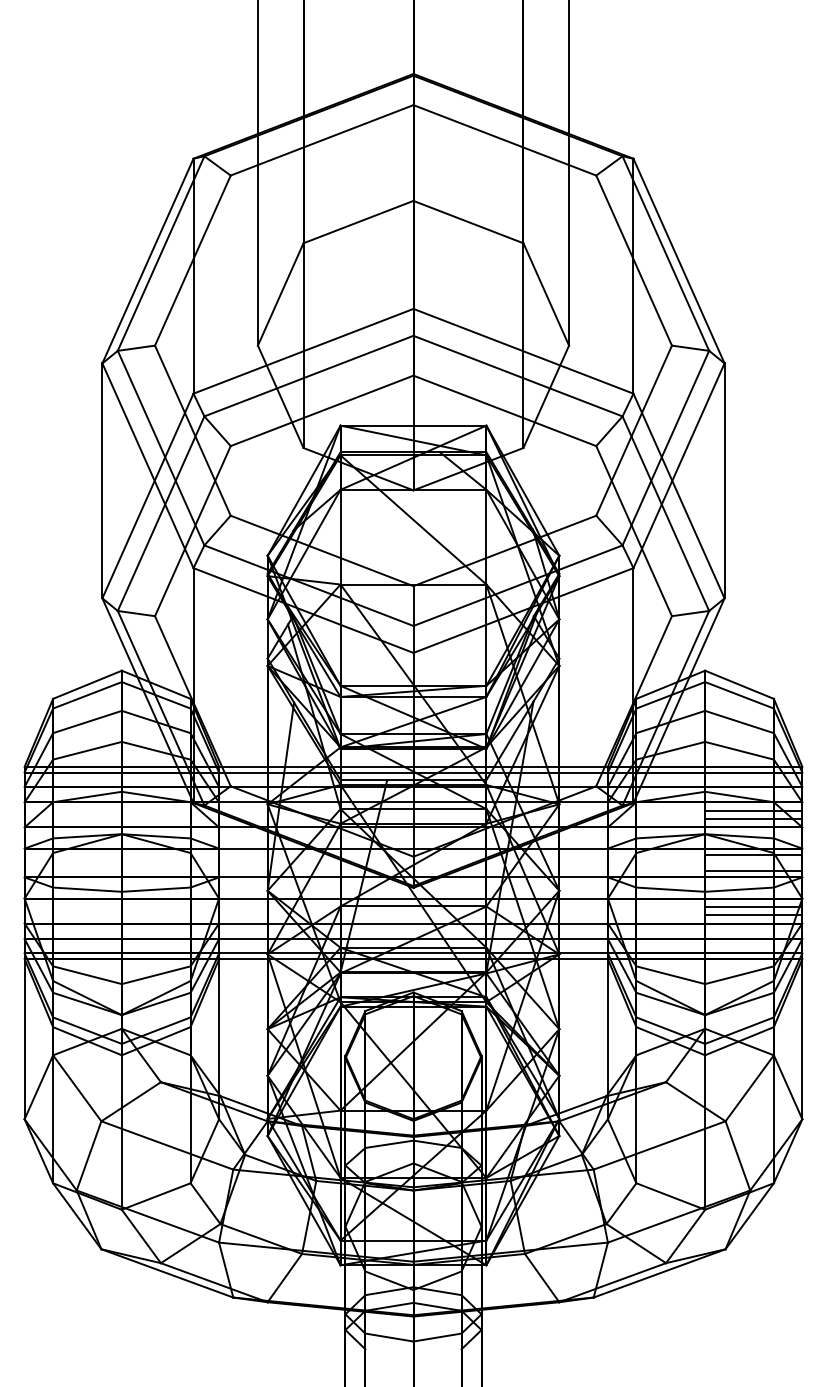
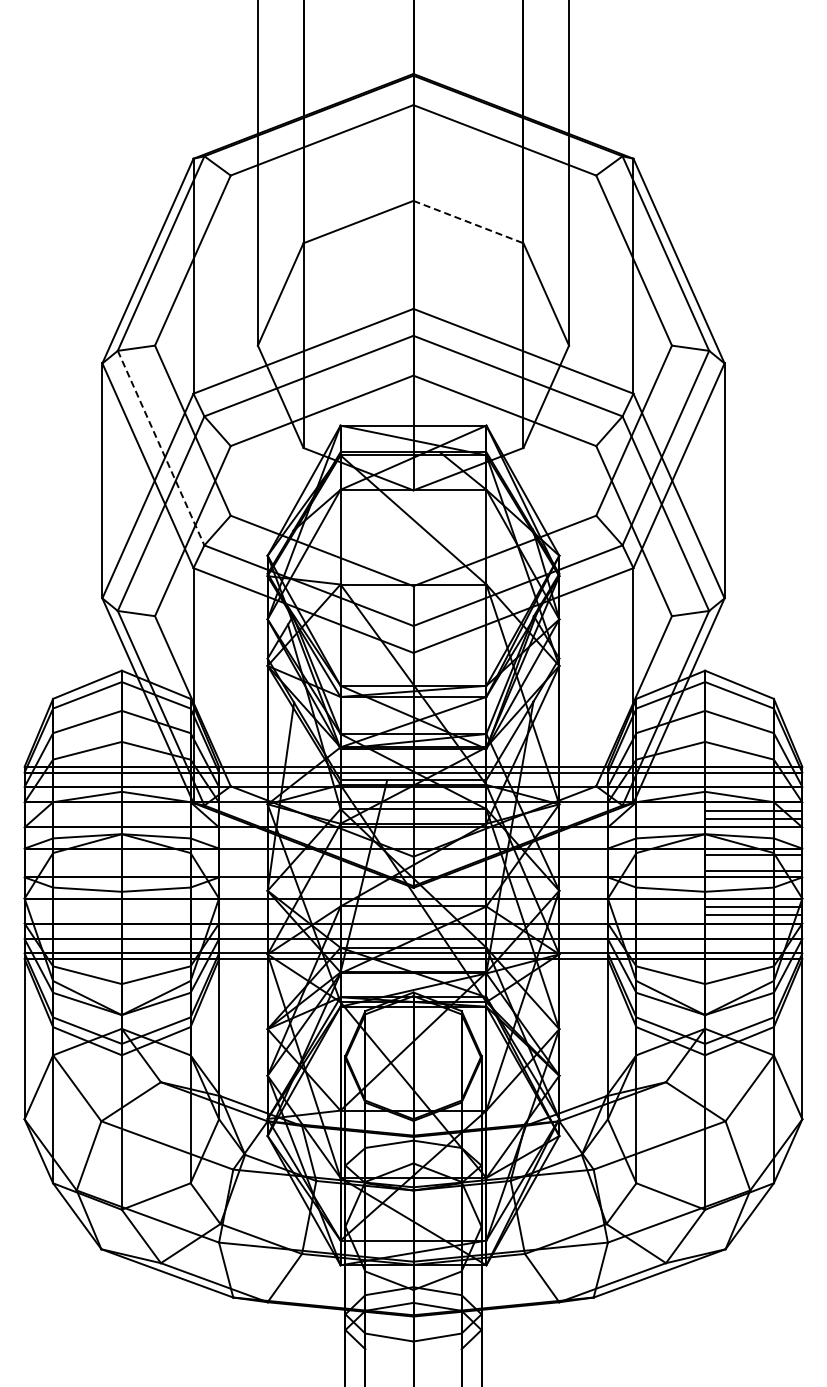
line at (468, 222): solid -> dashed
line at (161, 448): solid -> dashed
